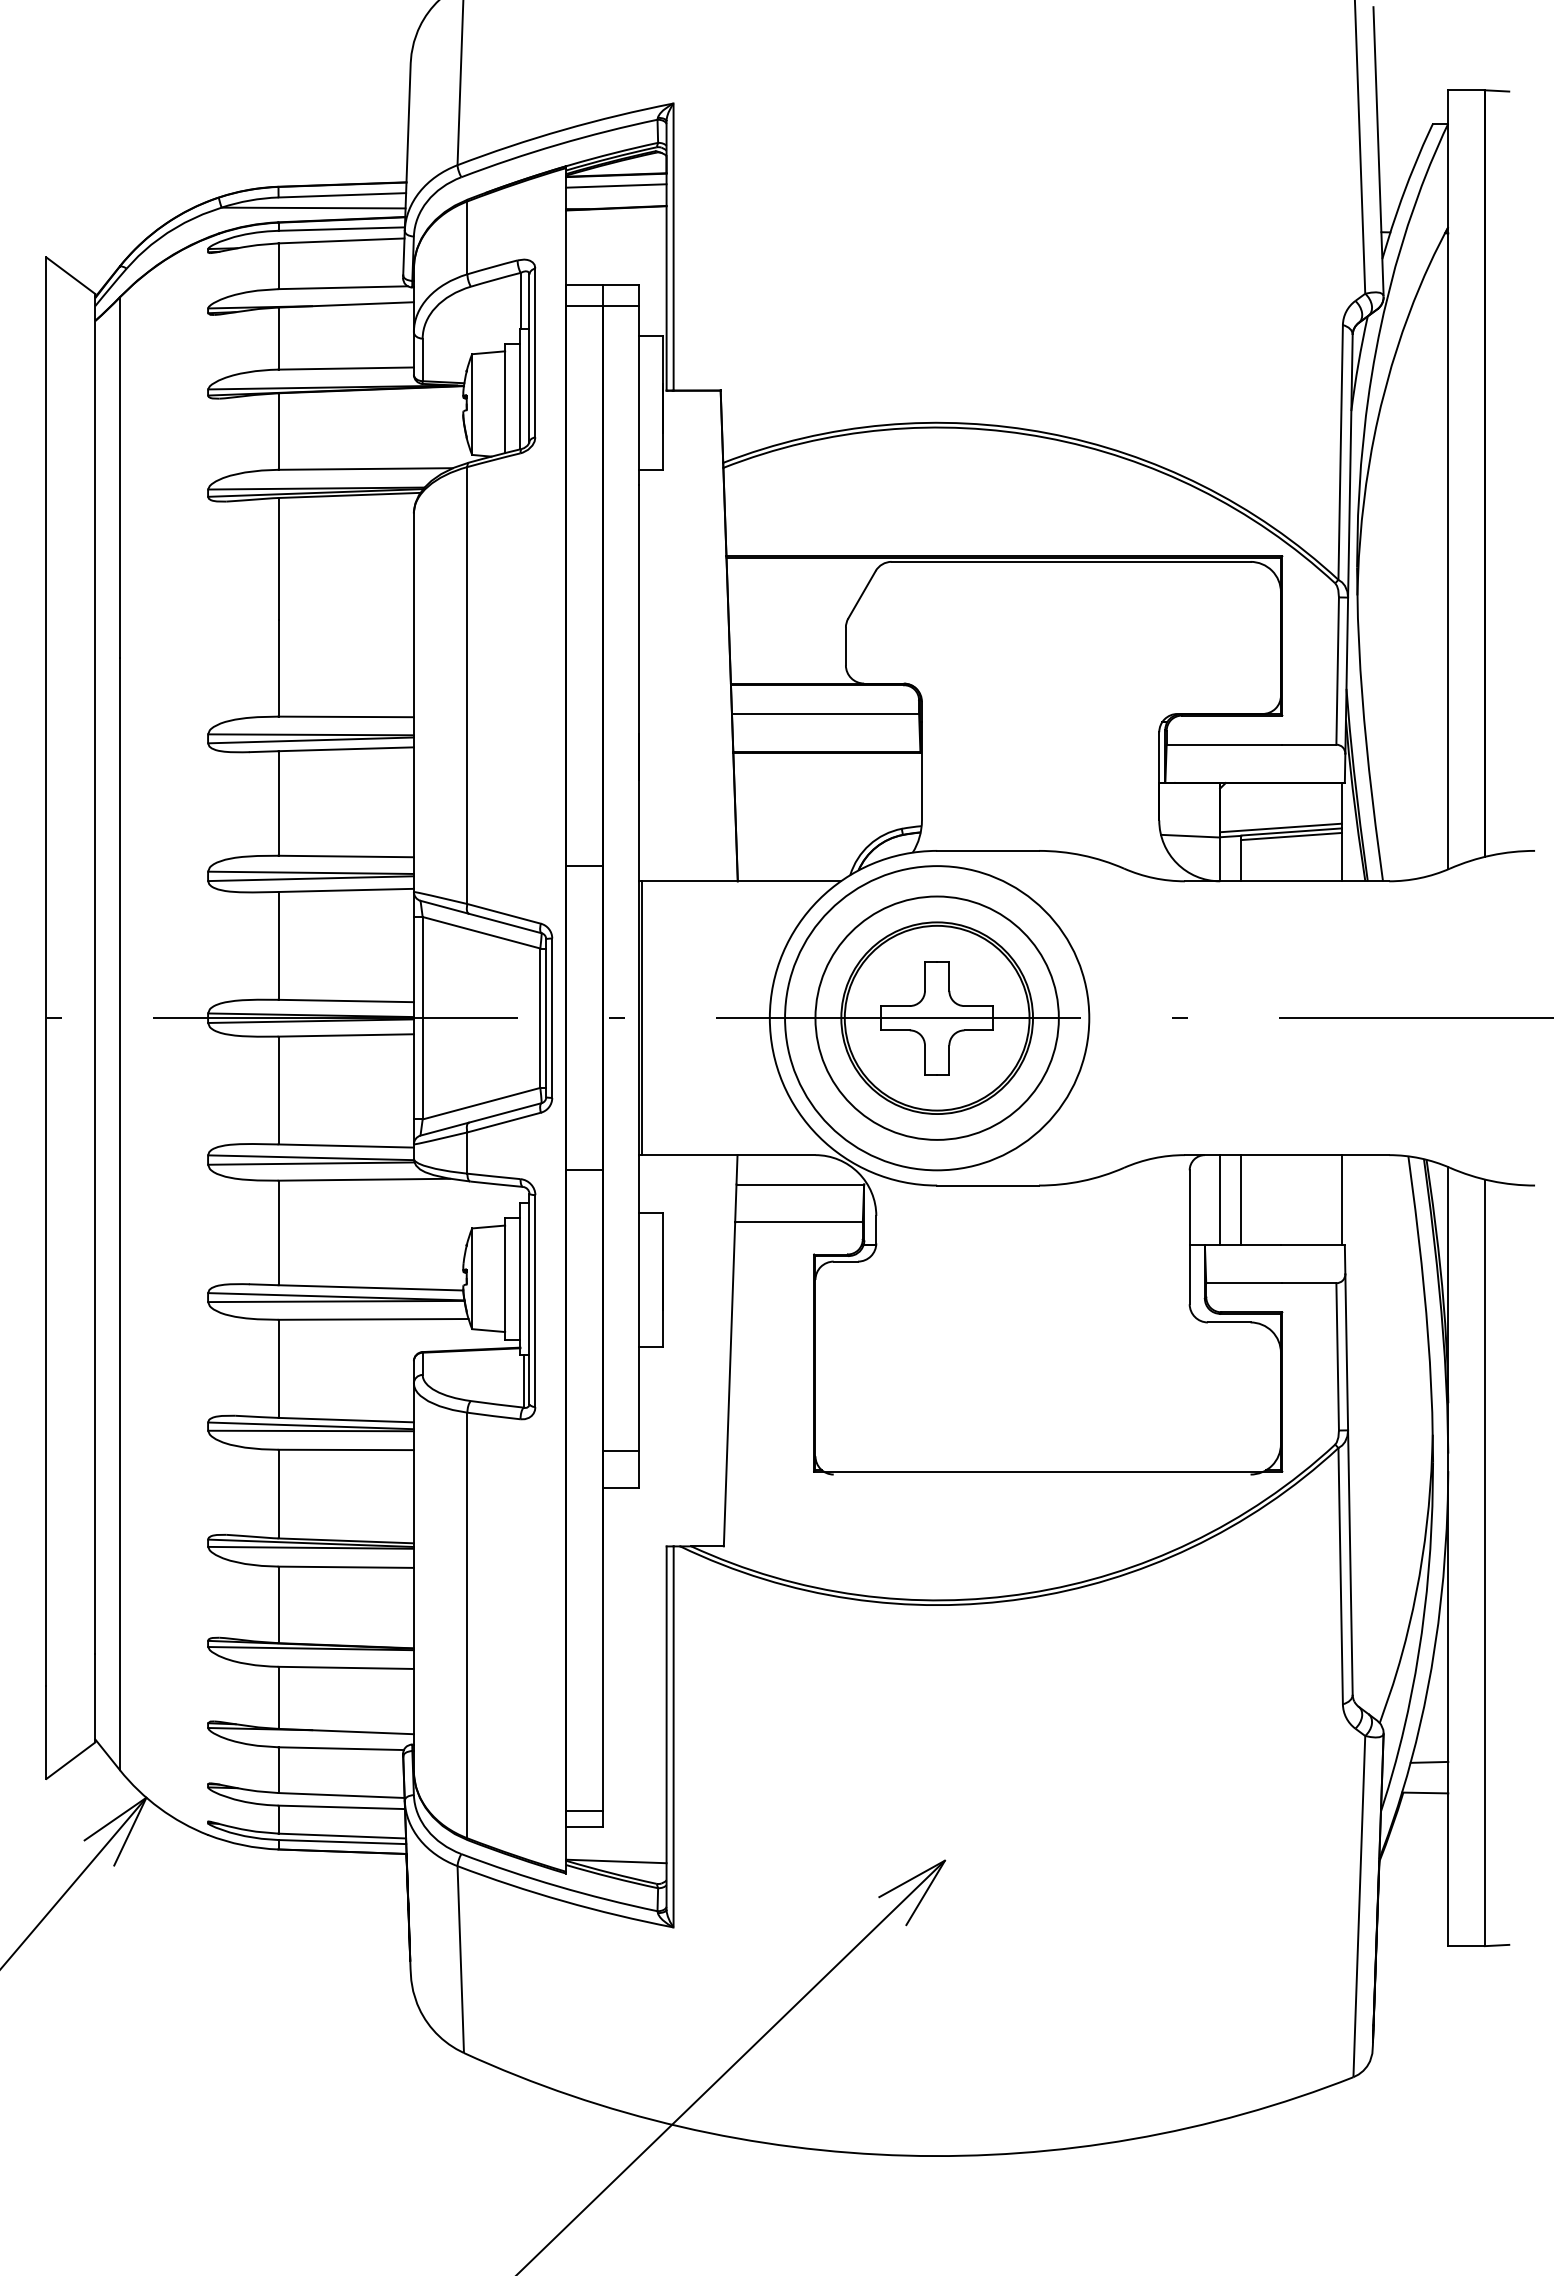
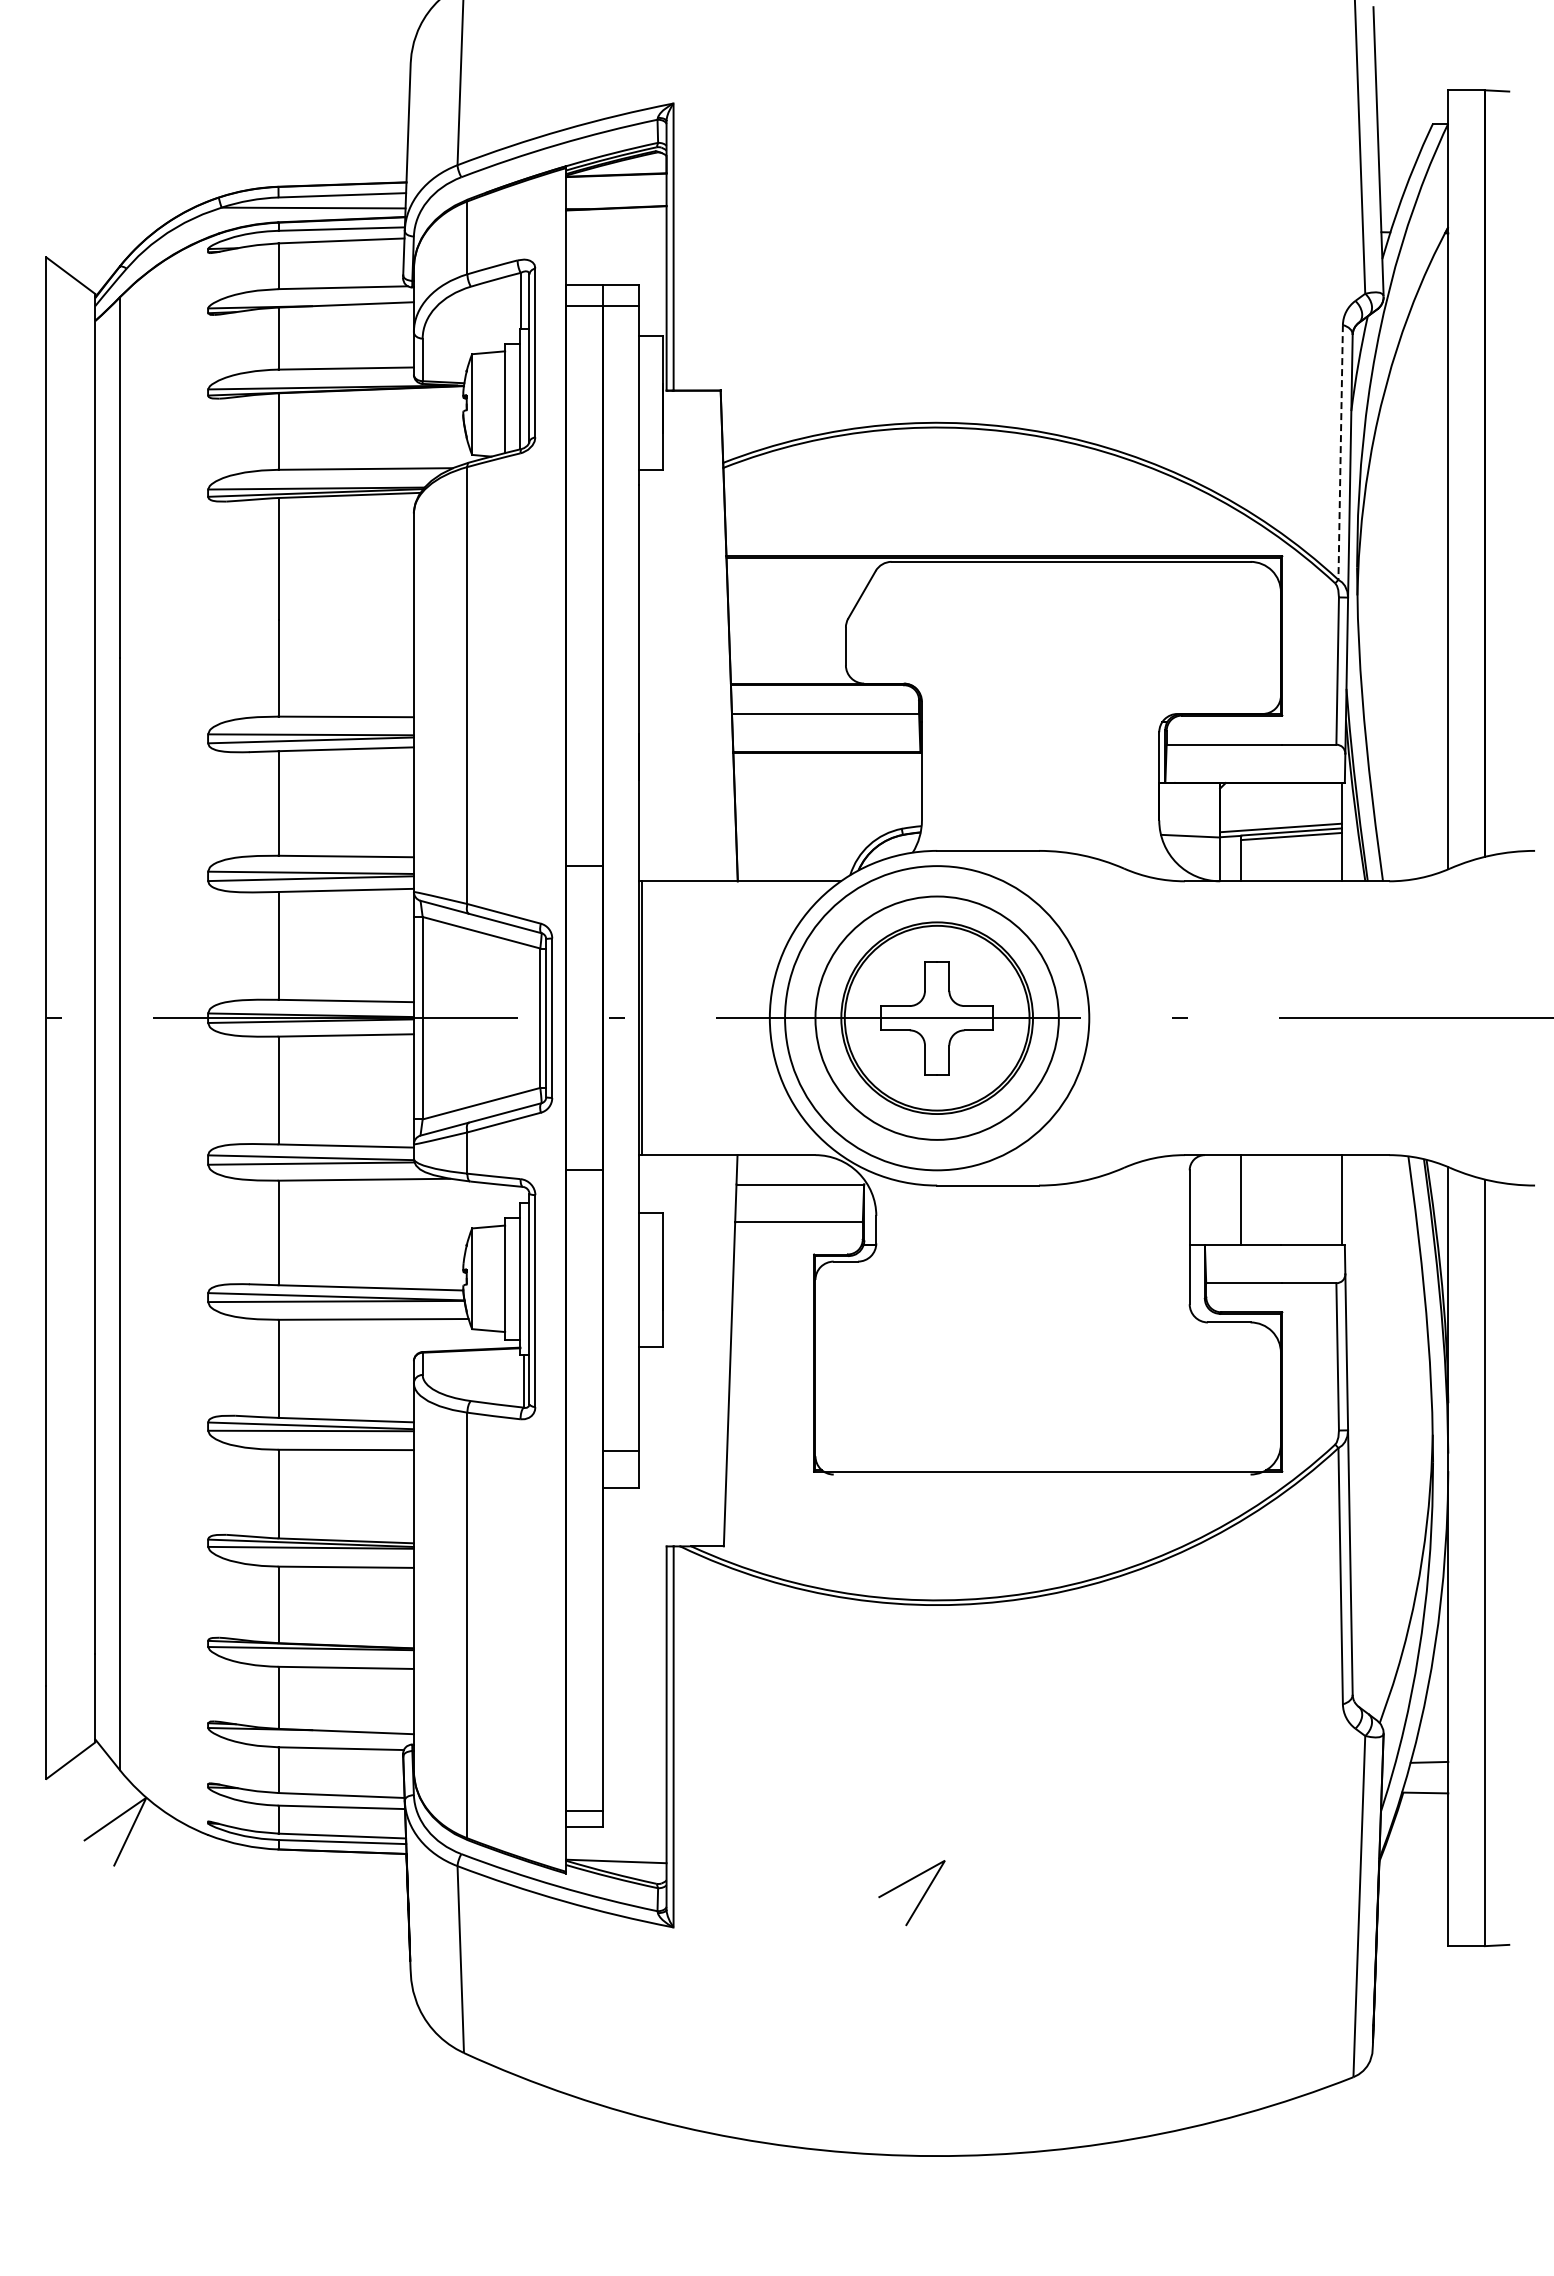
line at (616, 185): present -> none
line at (1340, 453): solid -> dashed
line at (1220, 1200): present -> none
line at (74, 1881): present -> none
line at (732, 2066): present -> none
